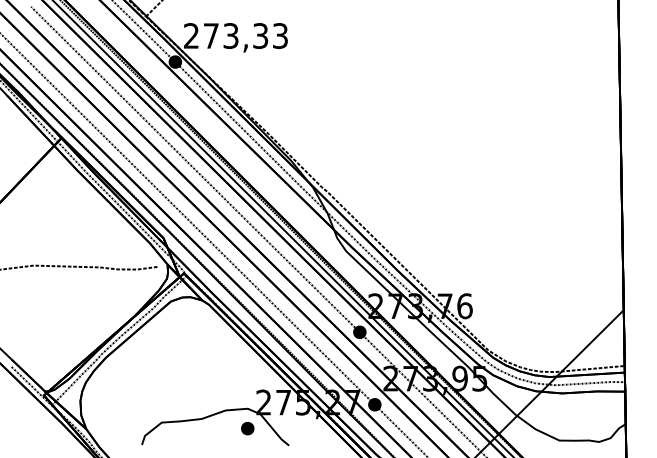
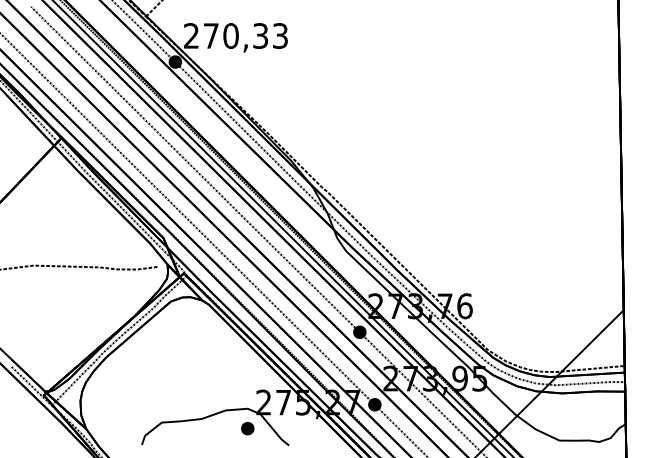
text at (230, 35): 273,33 -> 270,33
